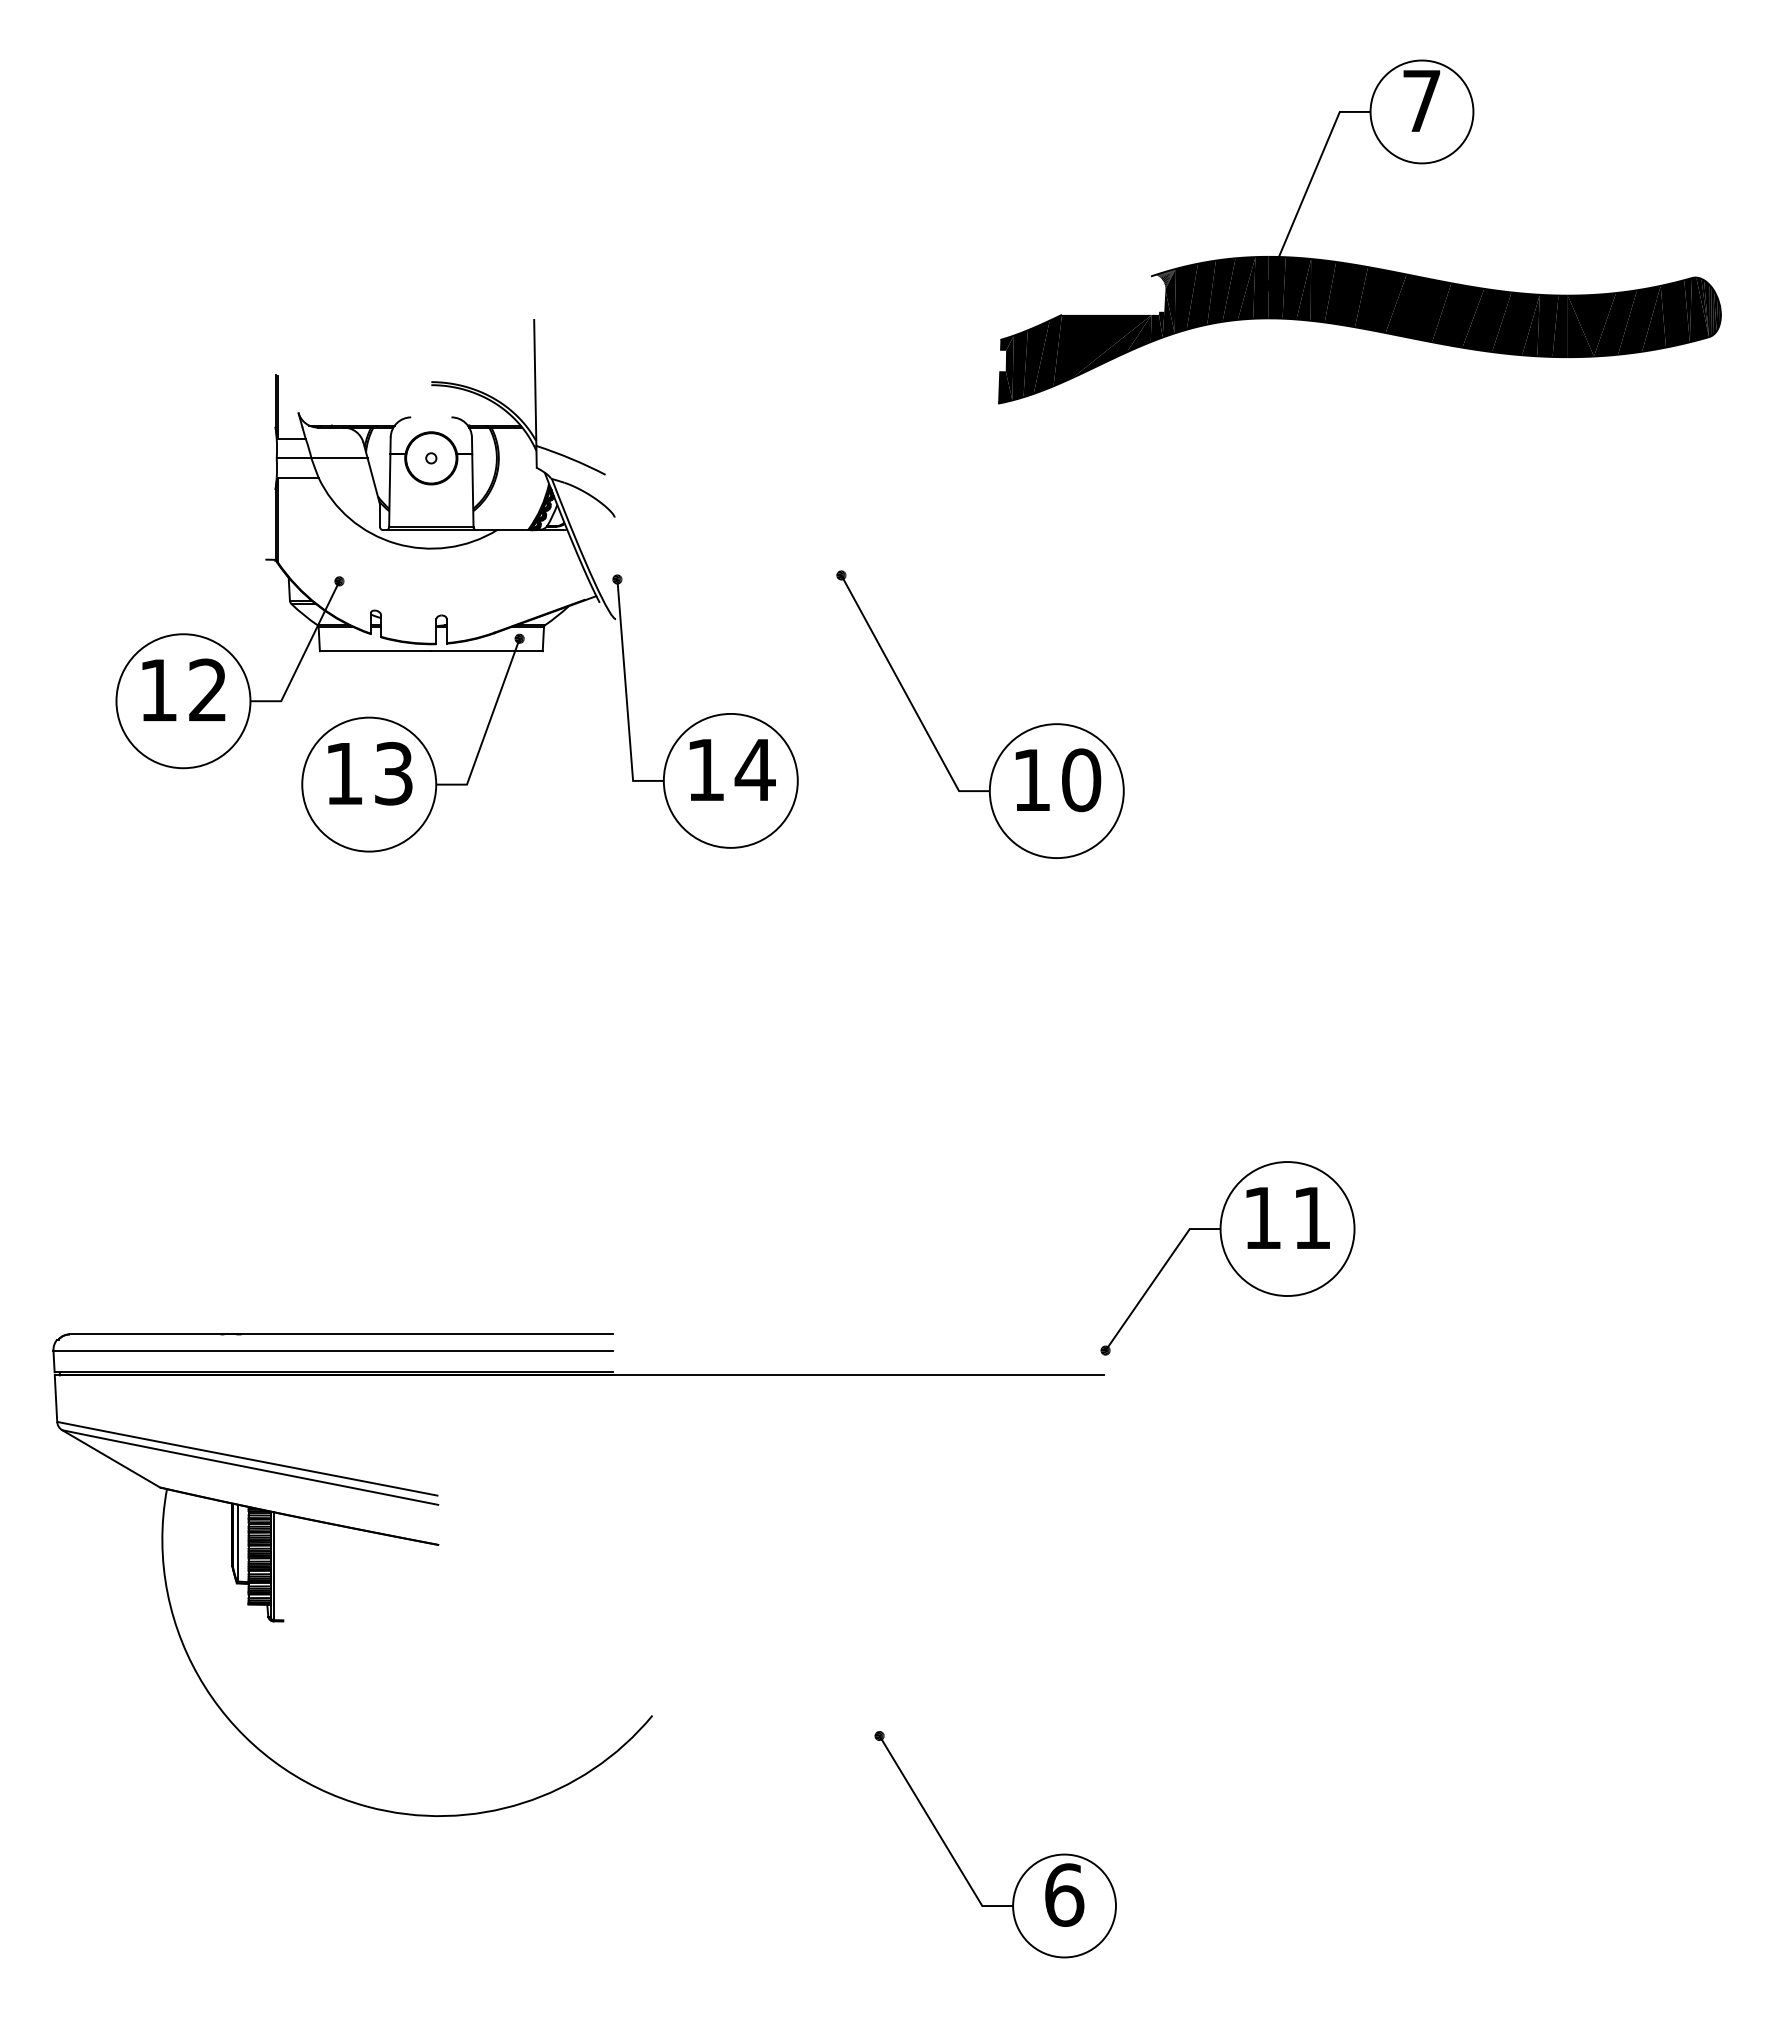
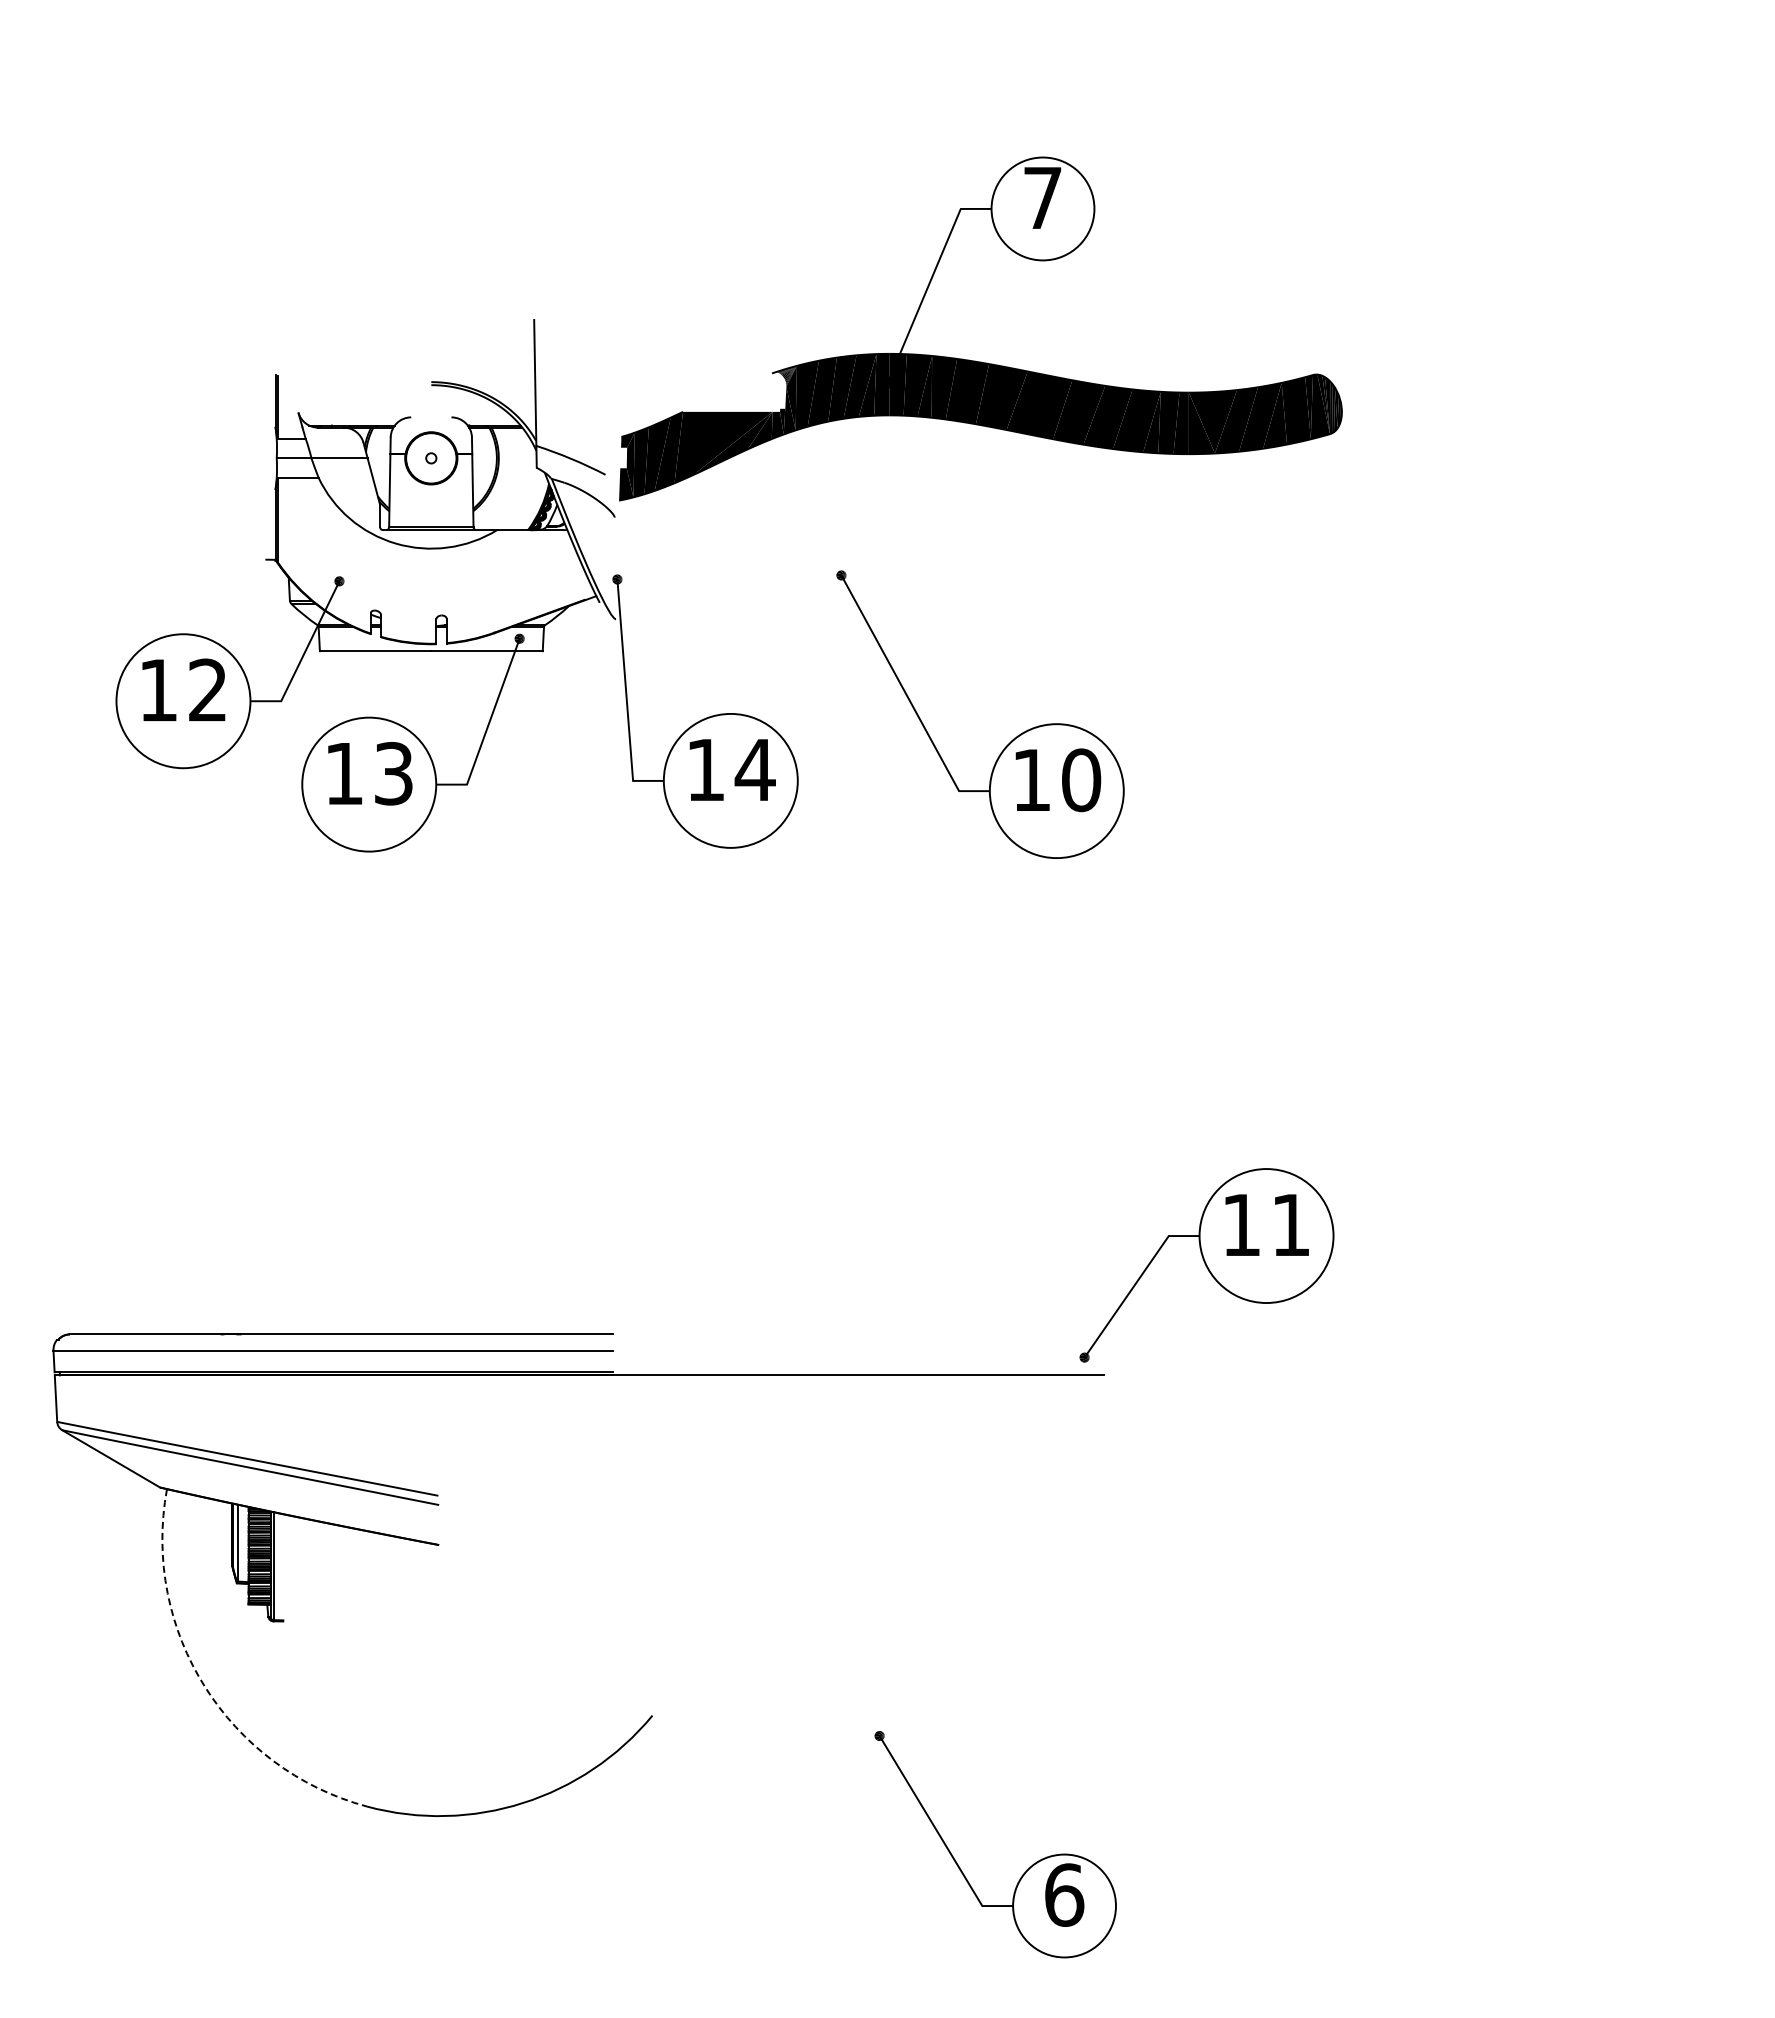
part at (1354, 263) position: (1354, 263) -> (975, 360)
part at (1227, 1258) position: (1227, 1258) -> (1206, 1265)
arc at (205, 1686): solid -> dashed
